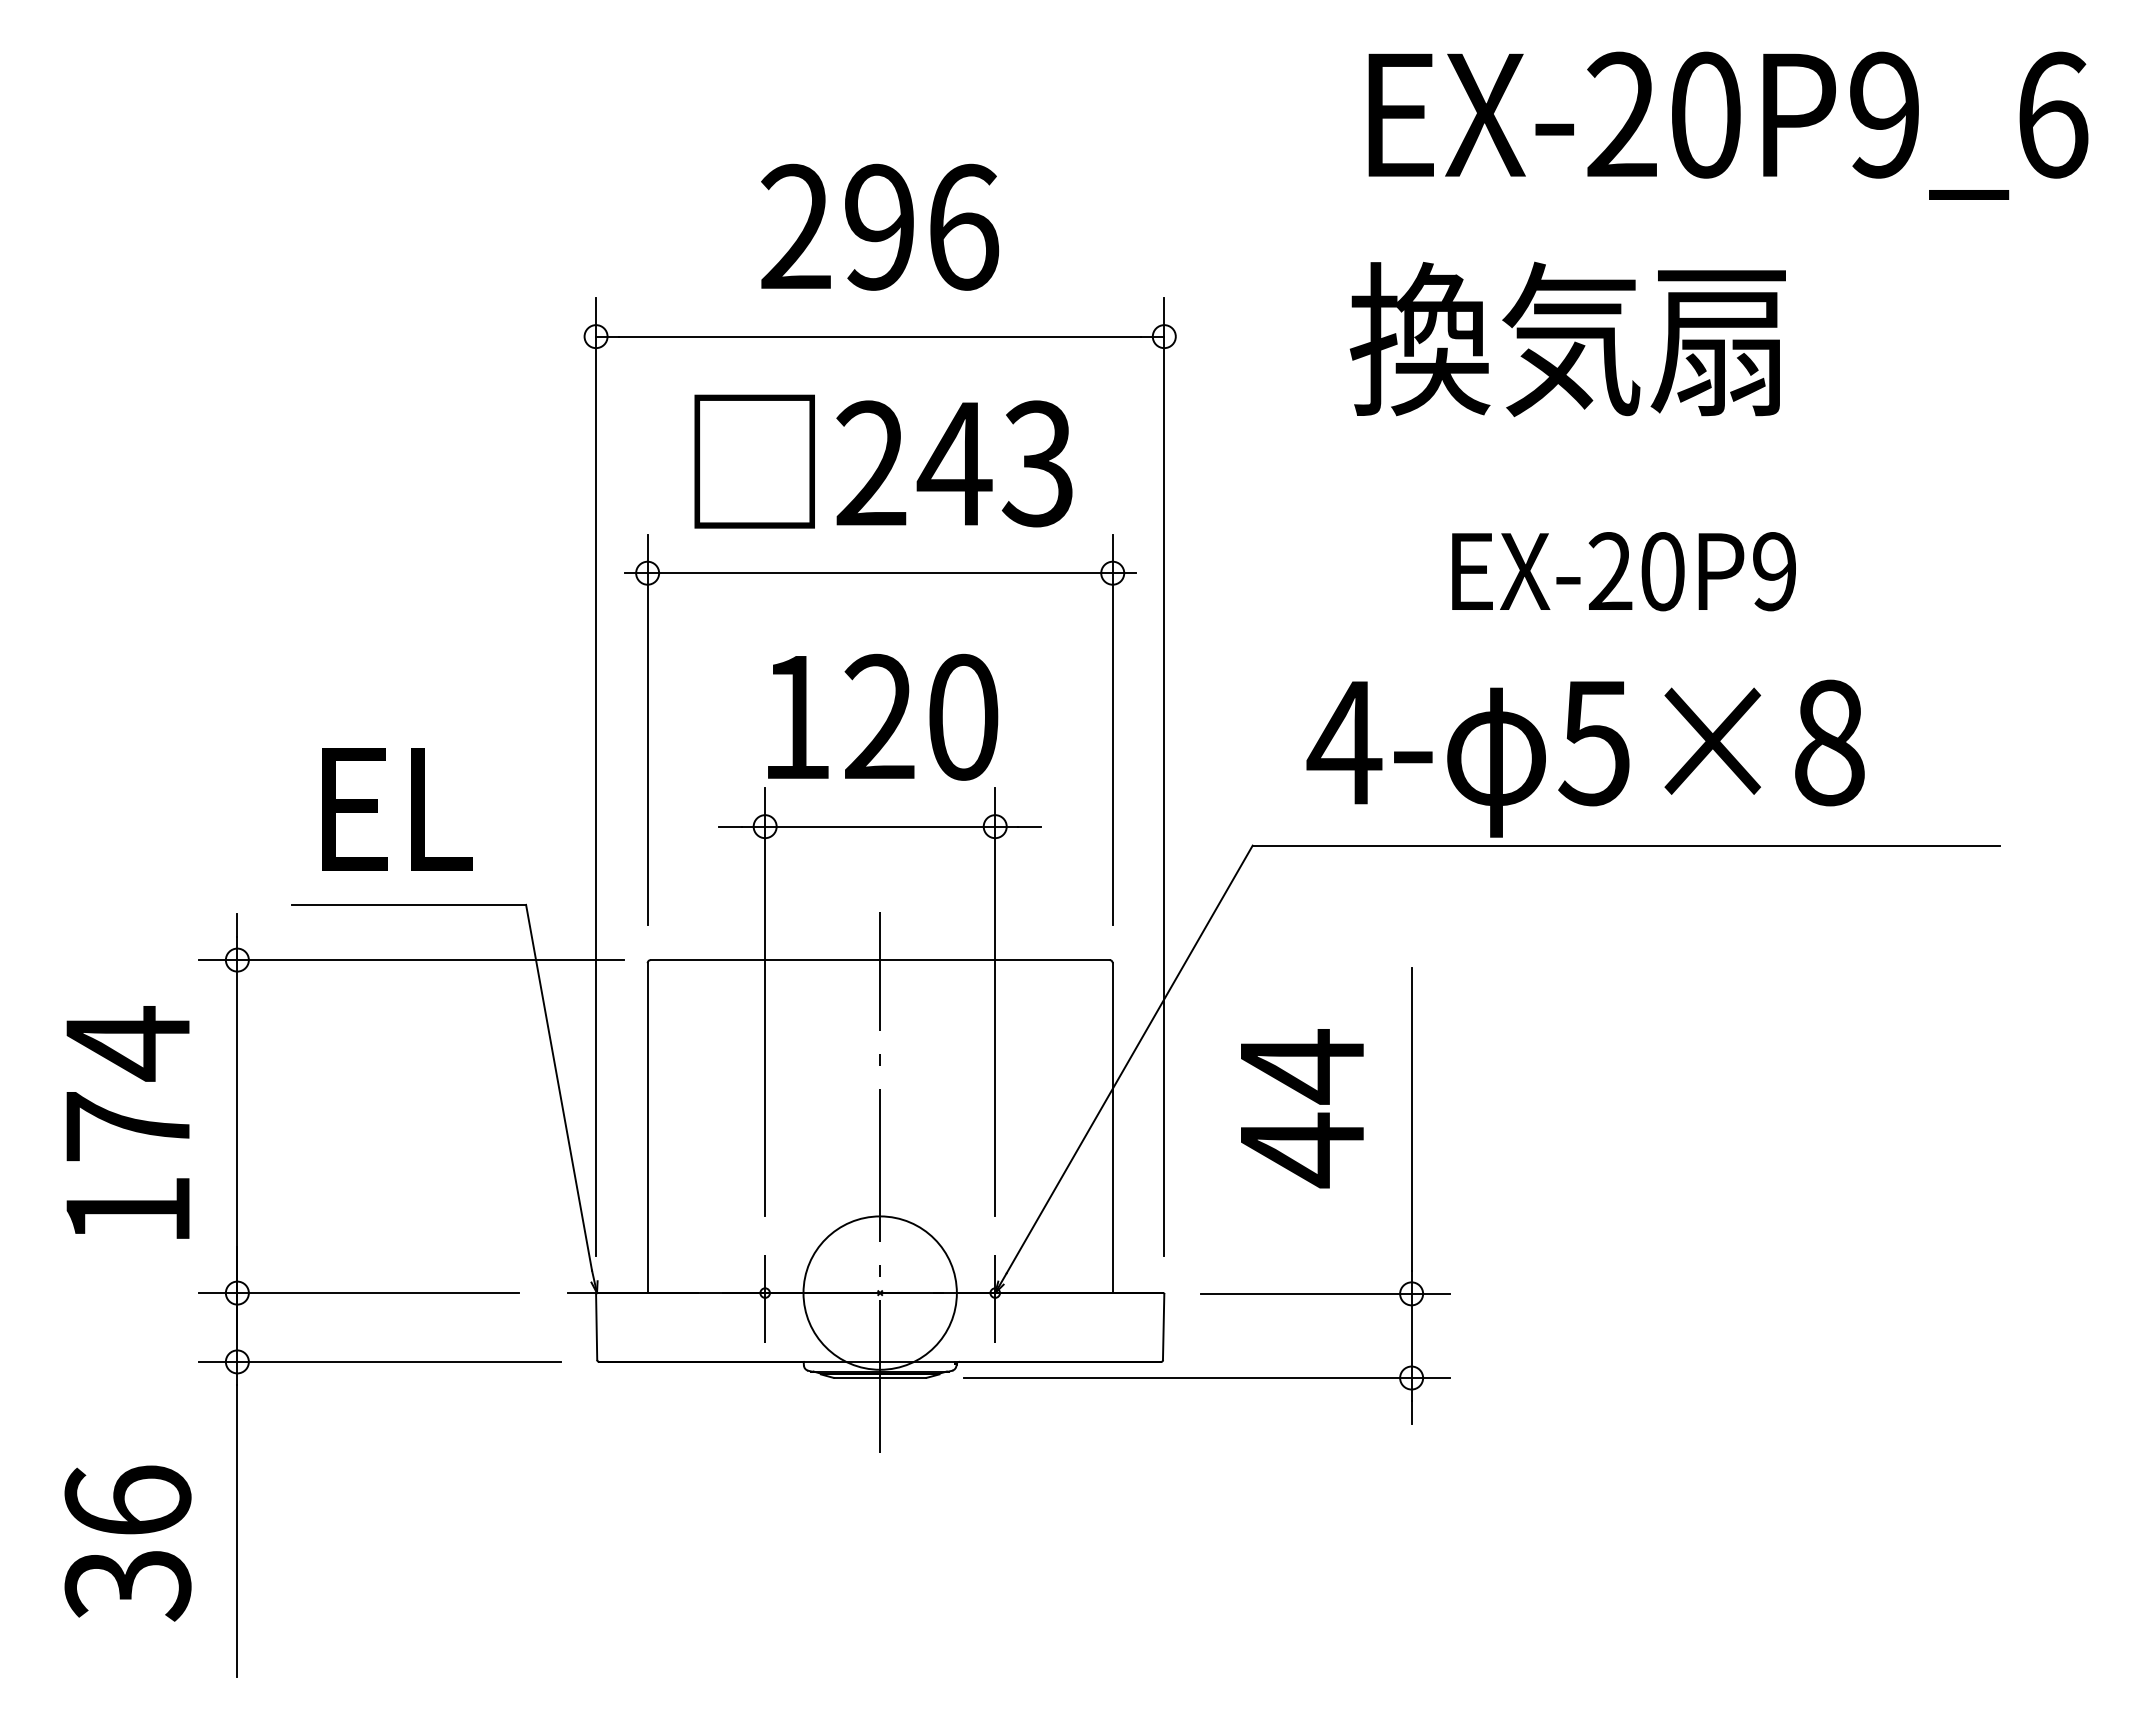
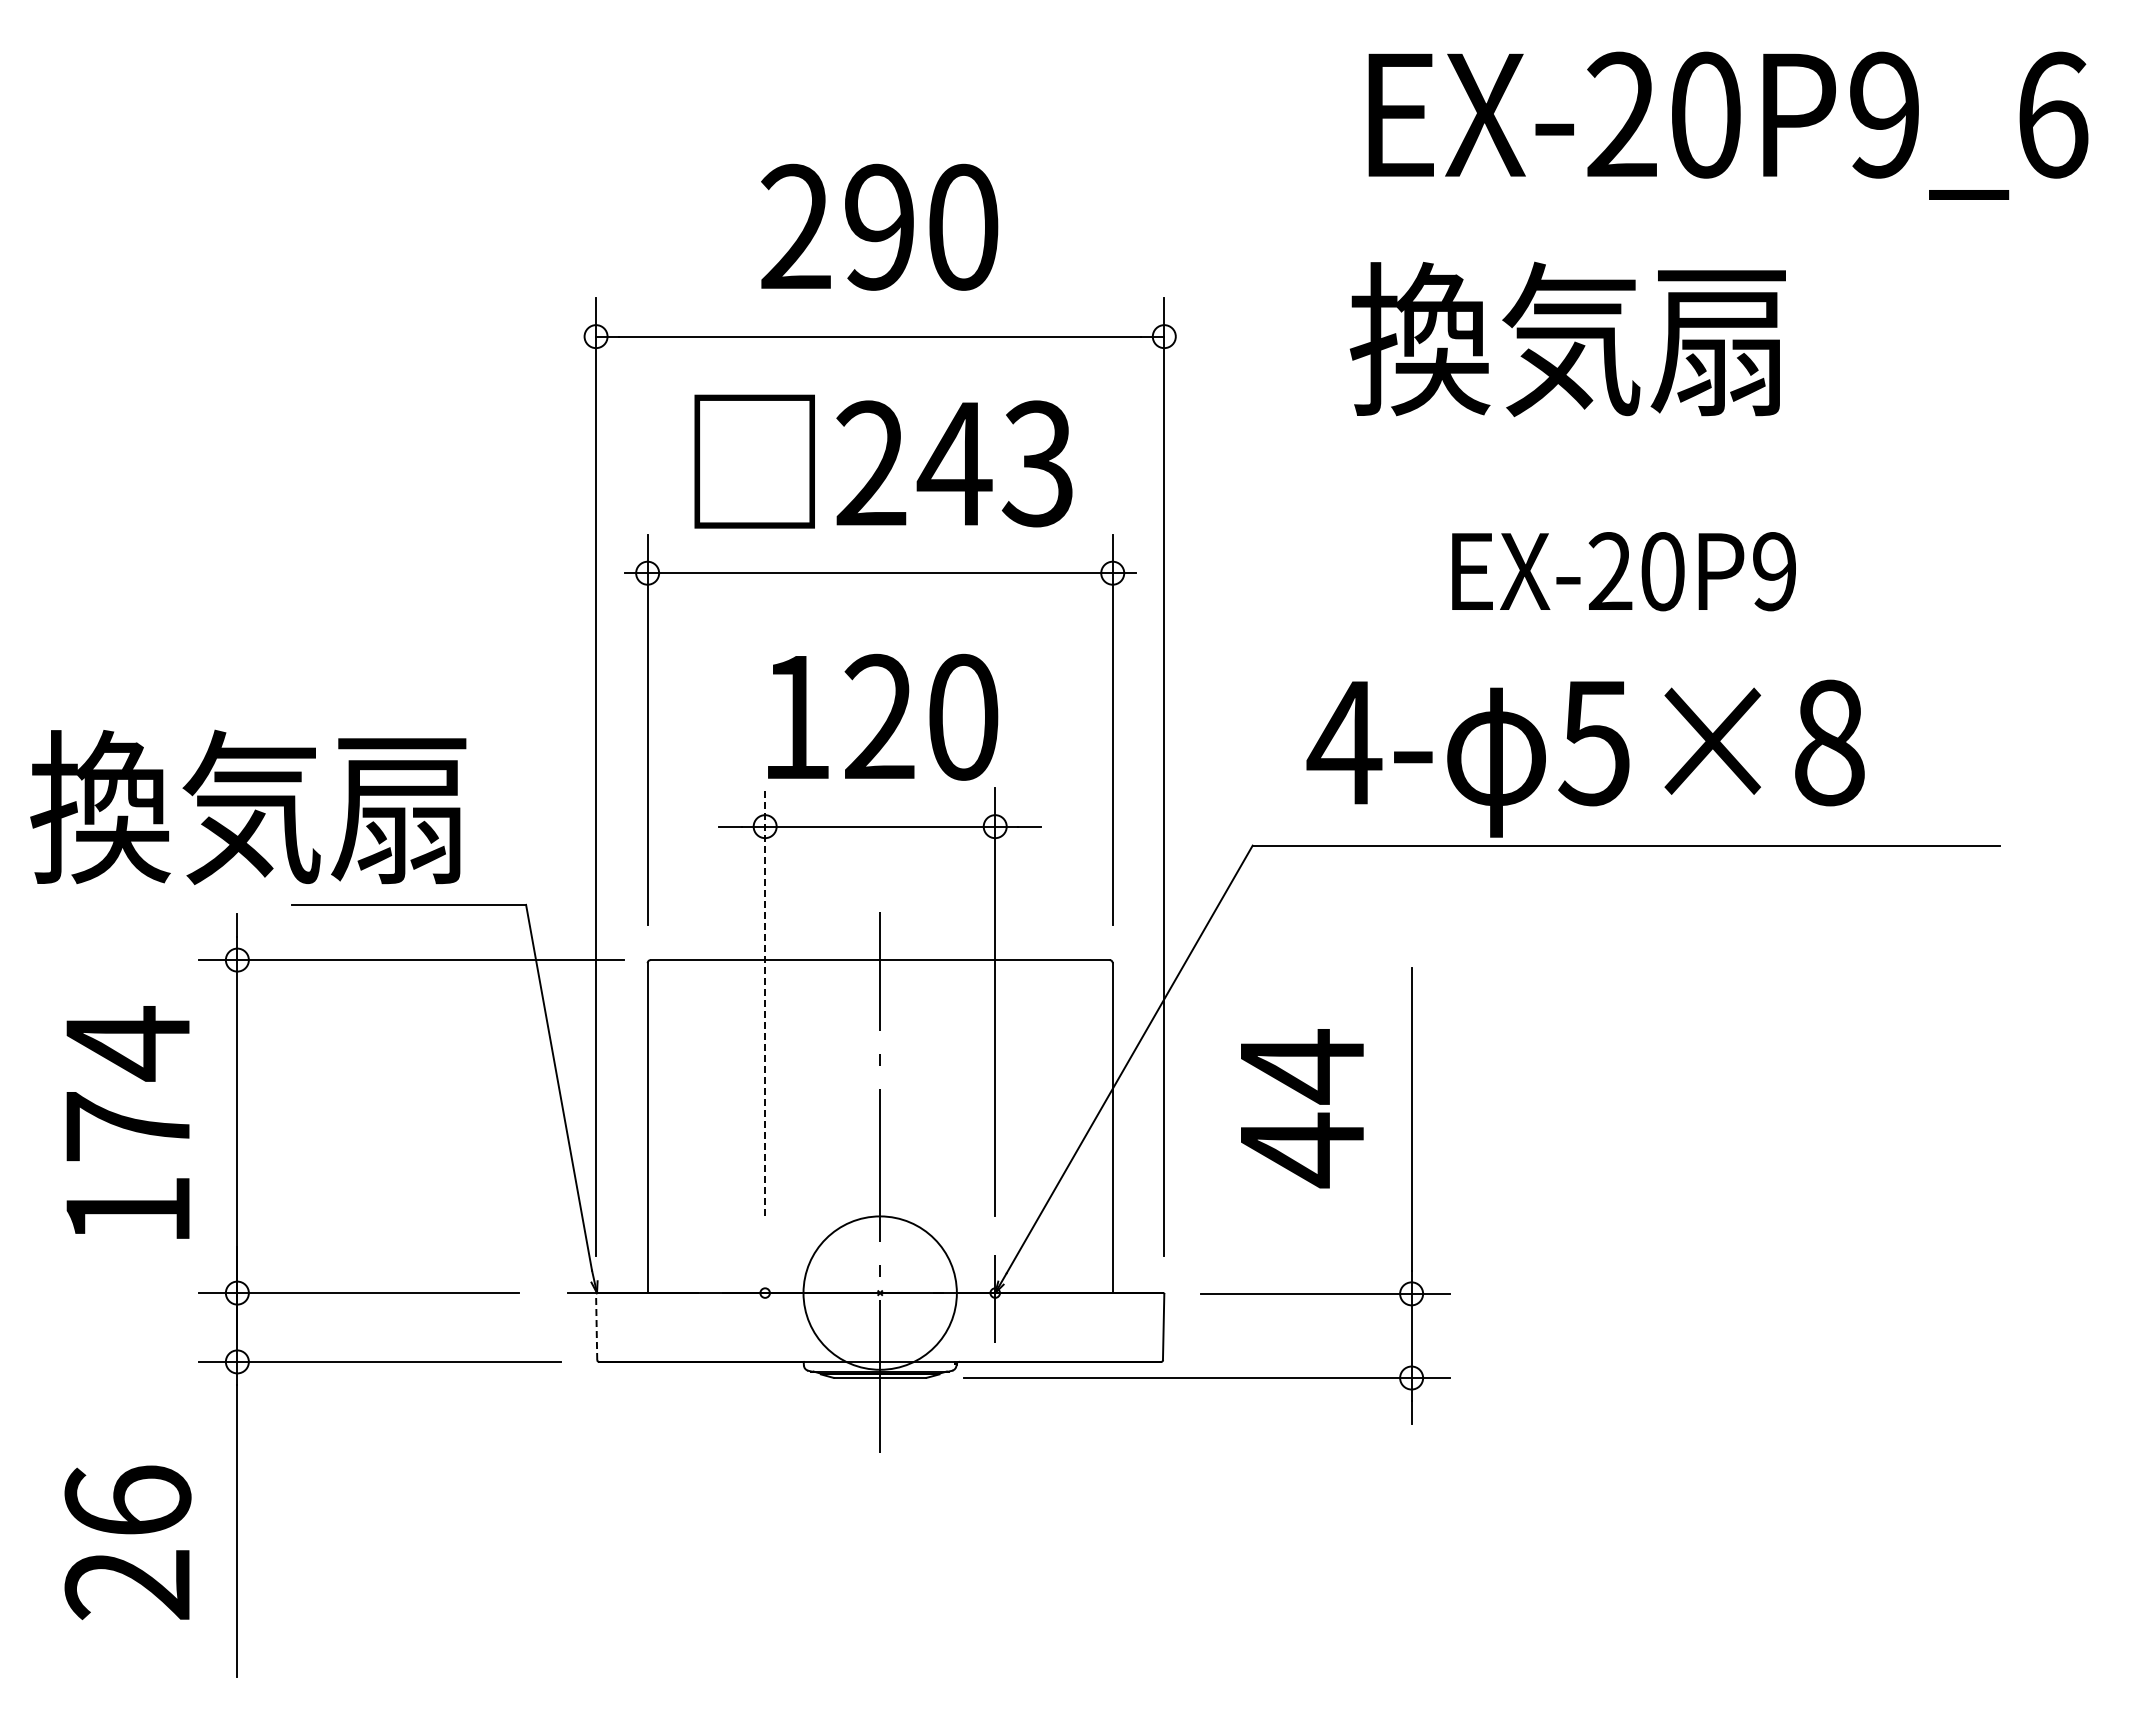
text at (964, 226): 296 -> 290
text at (251, 807): EL -> 換気扇
line at (765, 1001): solid -> dashed
line at (765, 1298): present -> none
line at (596, 1327): solid -> dashed
text at (127, 1585): 36 -> 26
